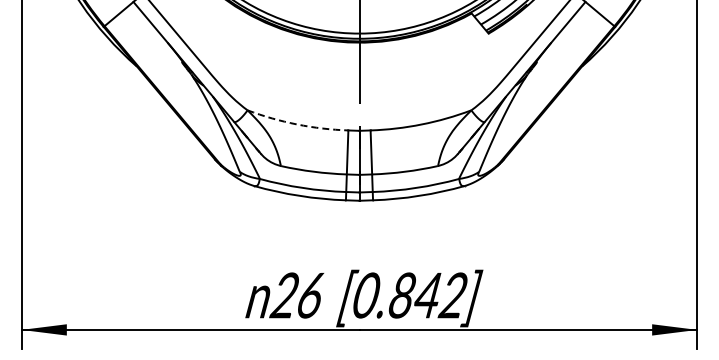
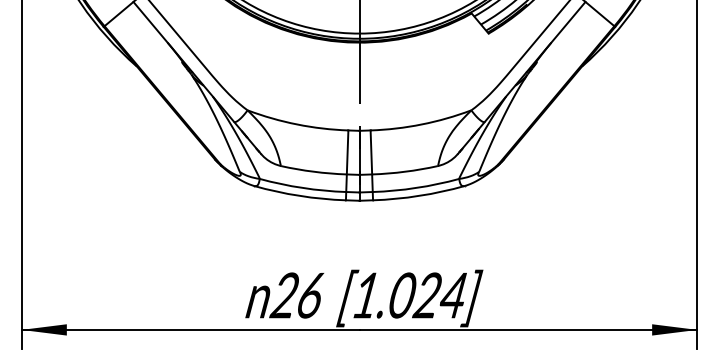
arc at (297, 124): dashed -> solid
text at (410, 295): [0.842] -> [1.024]
